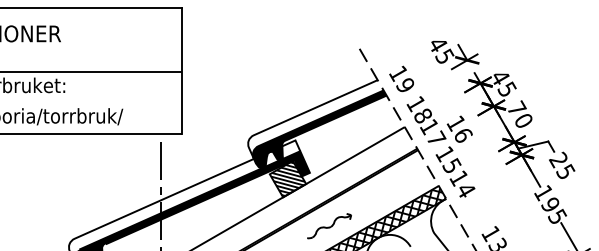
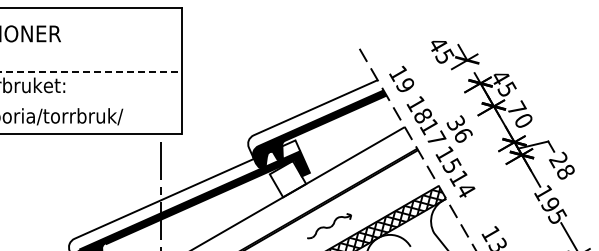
line at (91, 71): solid -> dashed
text at (455, 123): 16 -> 36
text at (565, 171): 25 -> 28
hatch at (287, 179): present -> none
